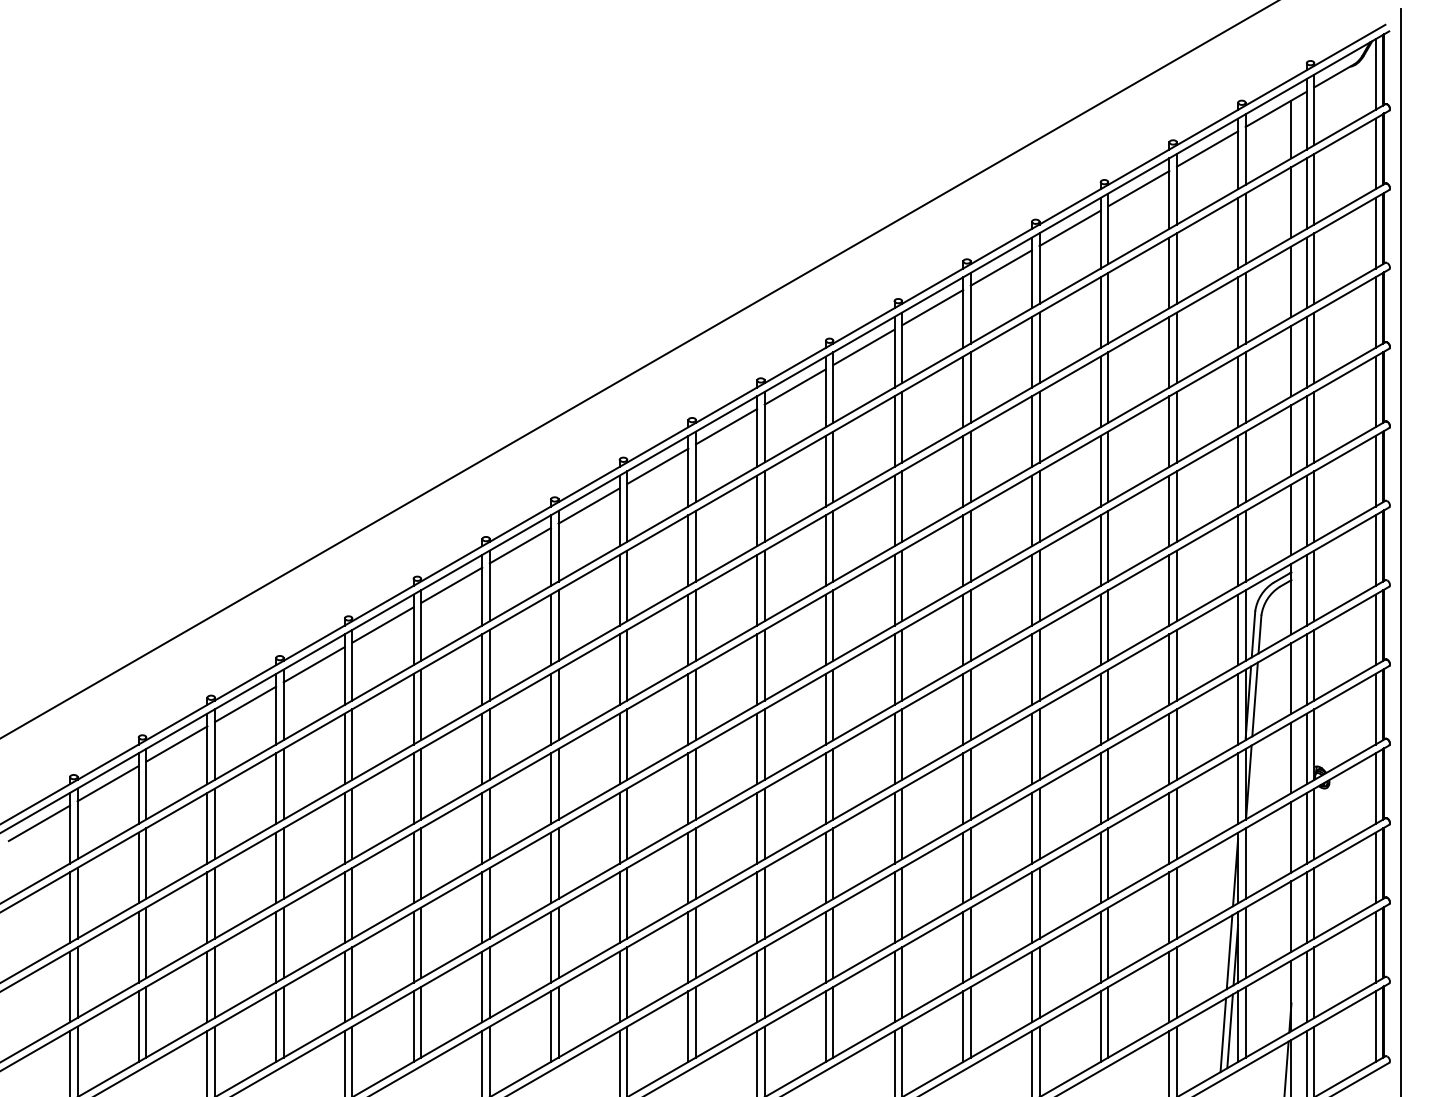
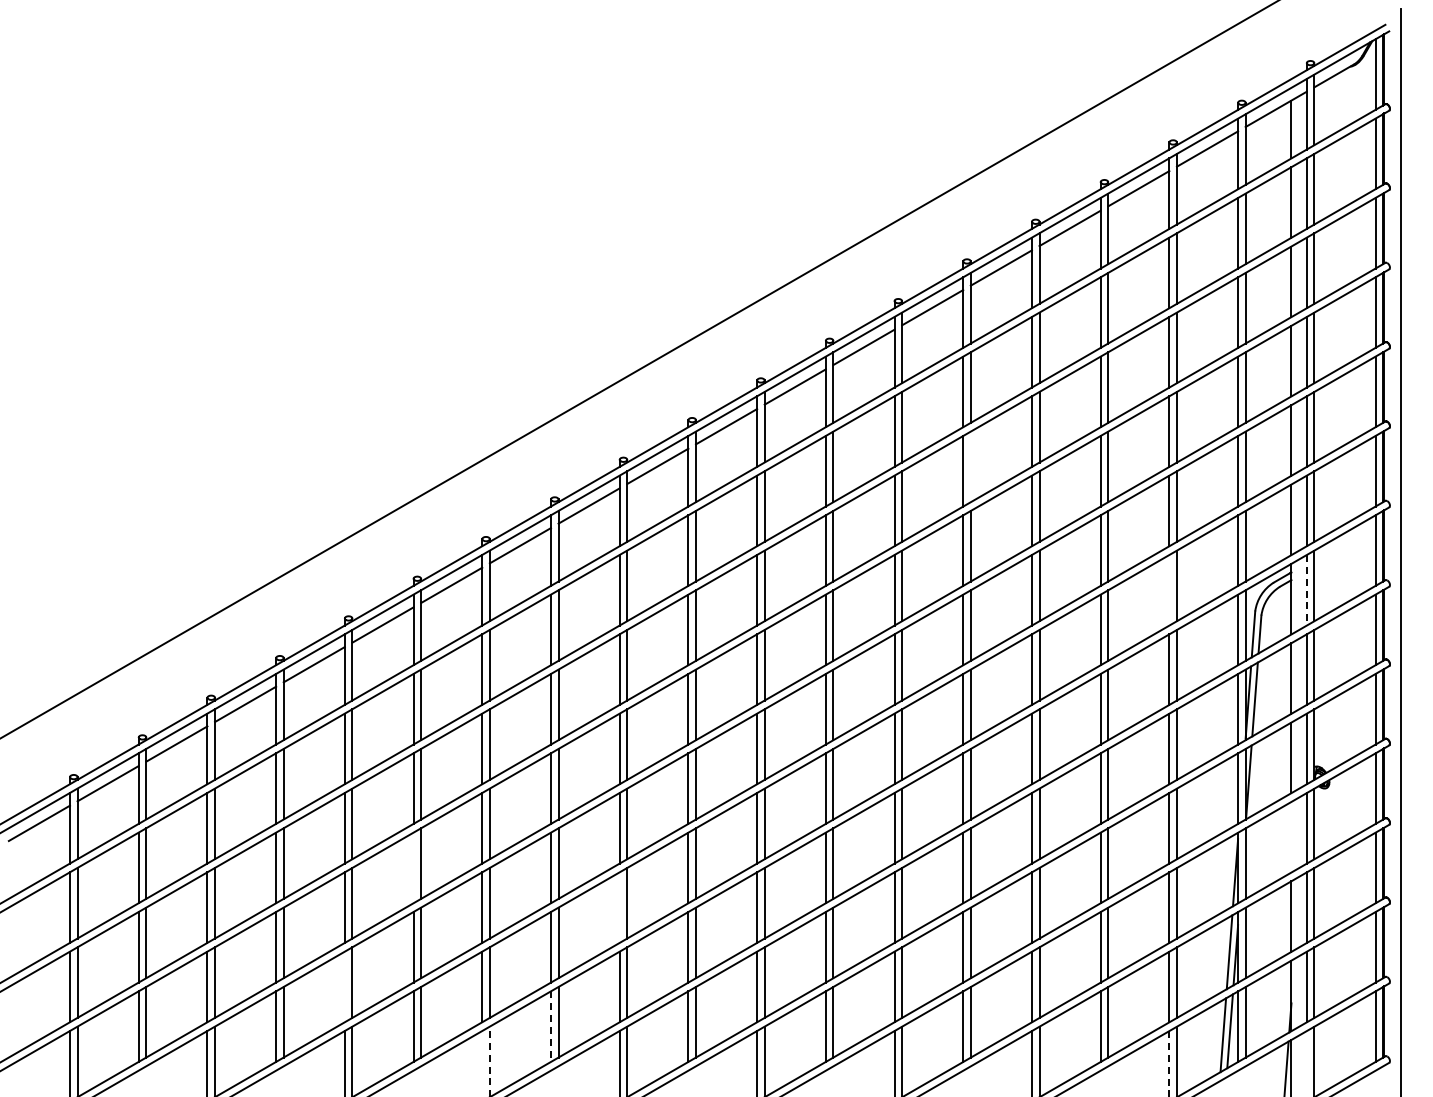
line at (970, 466): present -> none
line at (1169, 590): present -> none
line at (1306, 590): solid -> dashed
line at (1291, 836): present -> none
line at (413, 867): present -> none
line at (619, 907): present -> none
line at (344, 986): present -> none
line at (550, 1027): solid -> dashed
line at (489, 1061): solid -> dashed
line at (482, 1062): present -> none
line at (1306, 1062): present -> none
line at (1169, 1063): solid -> dashed
